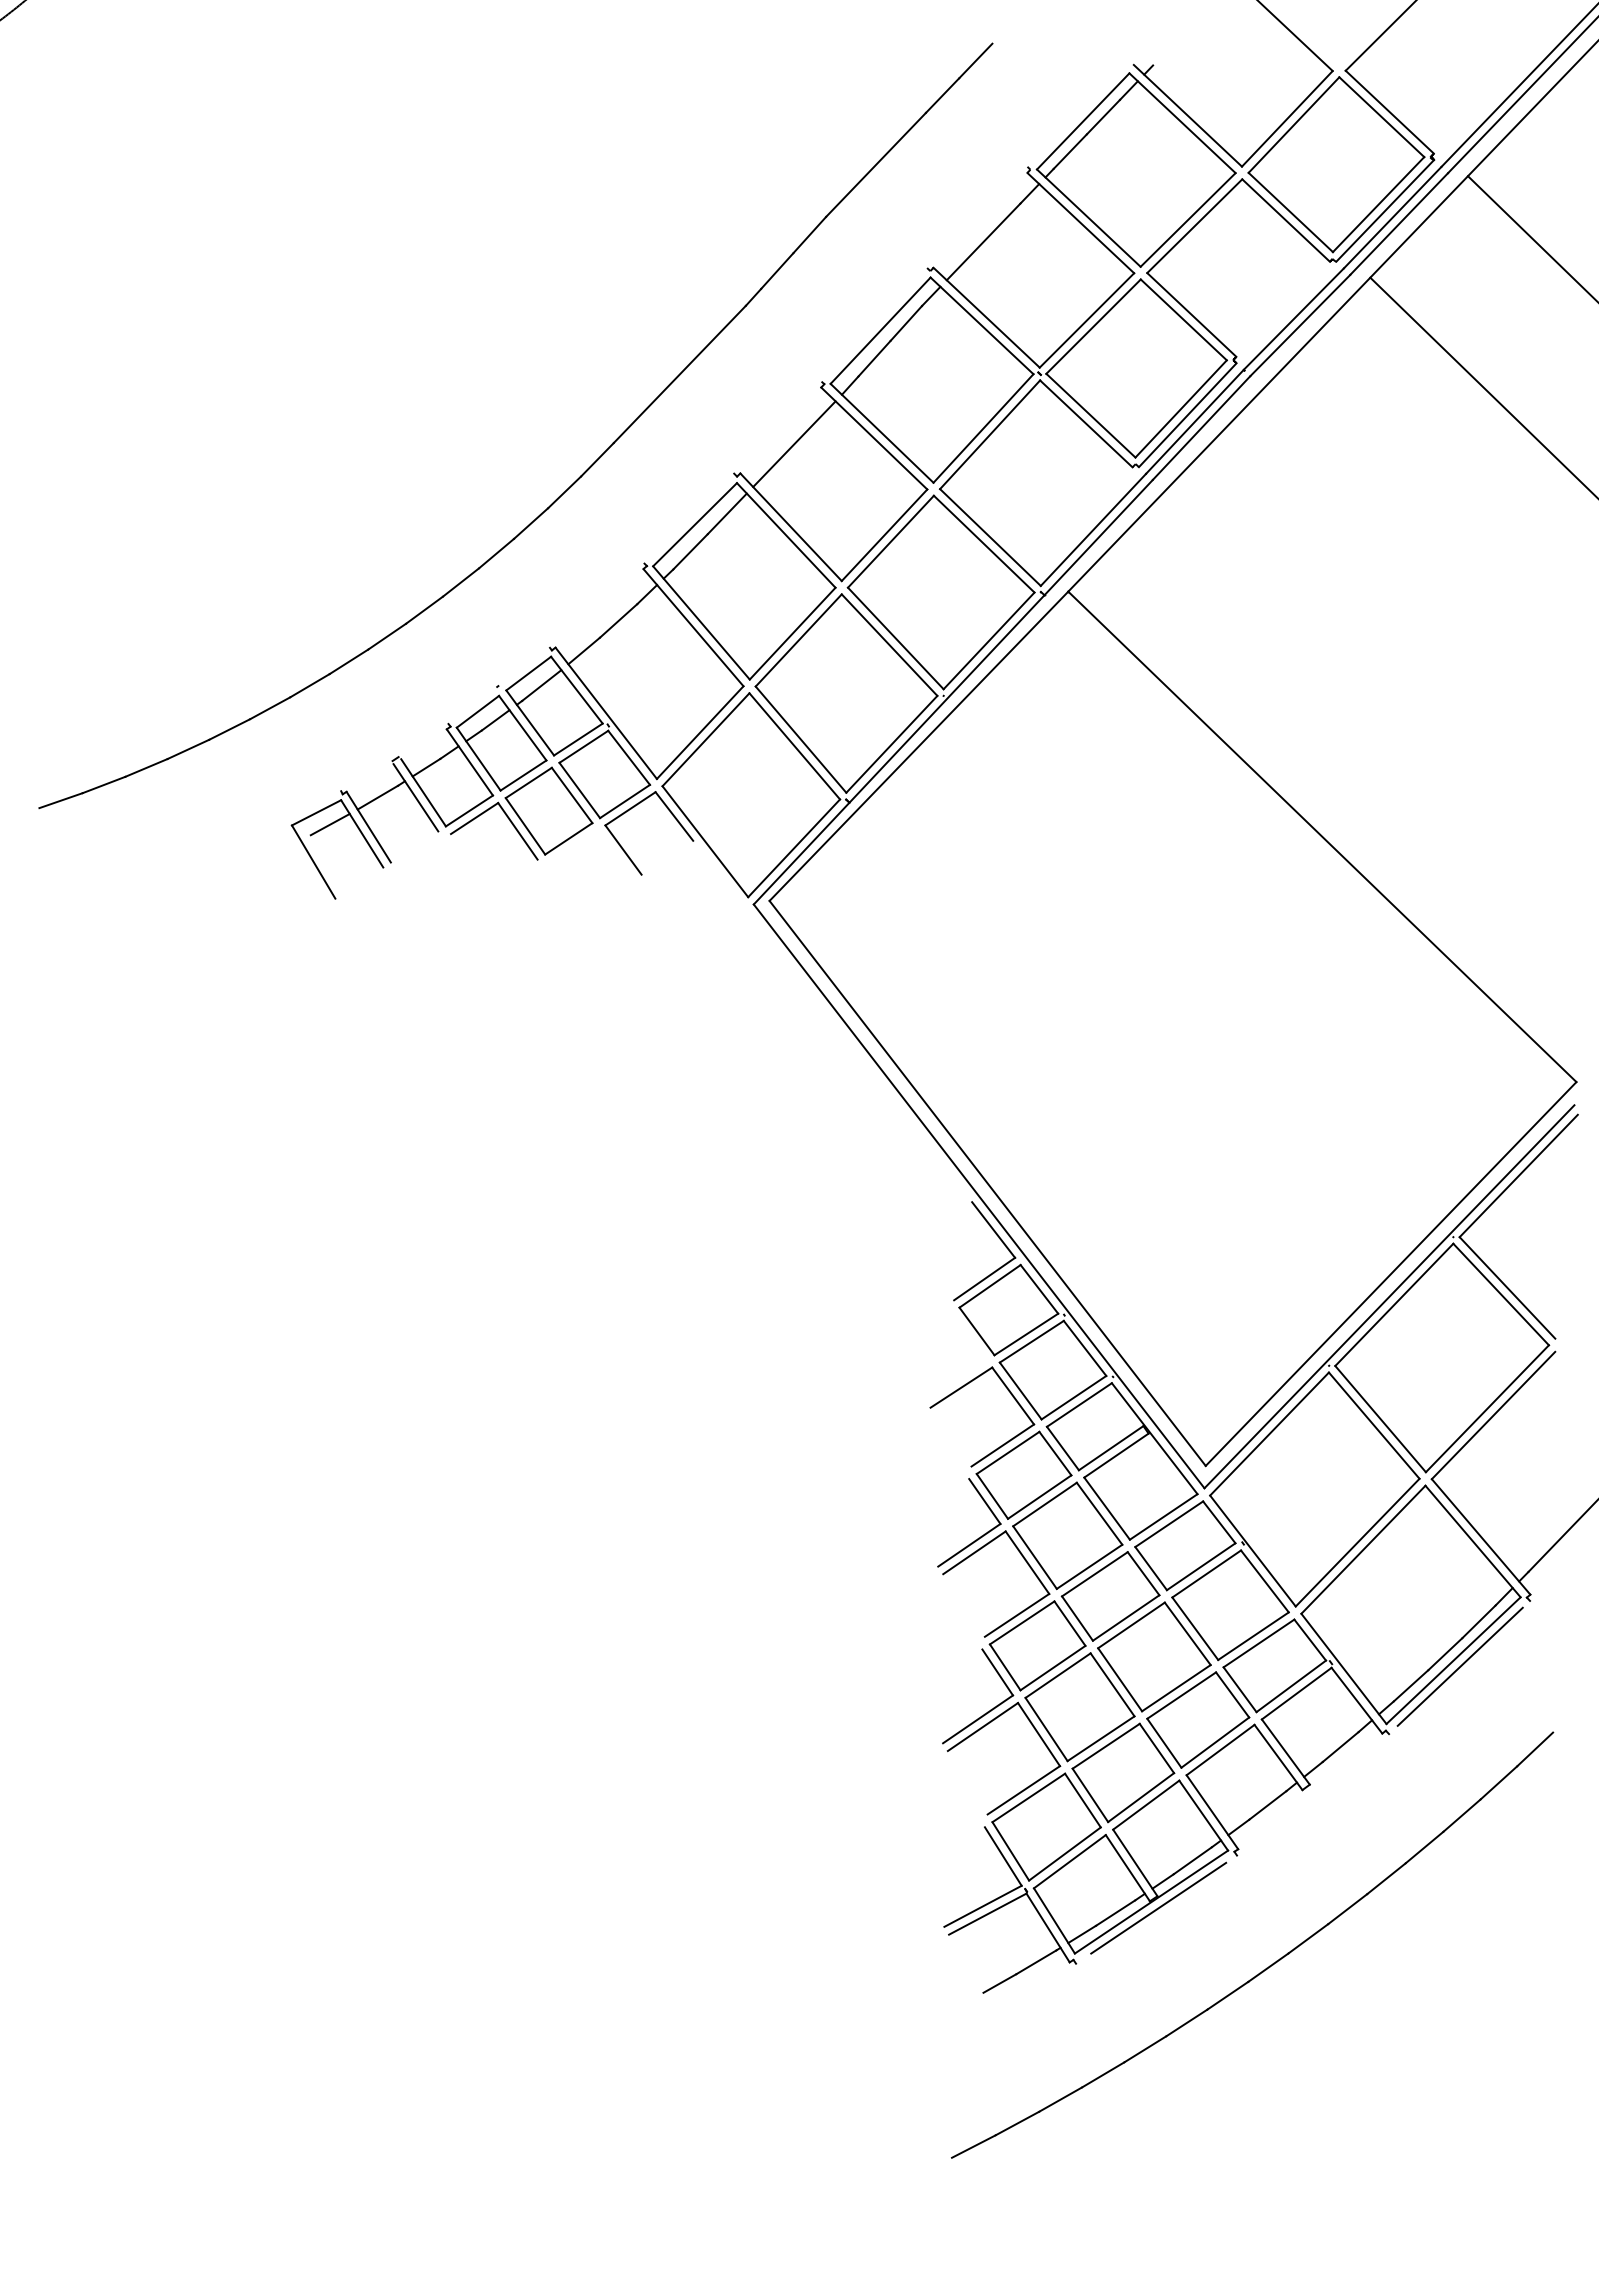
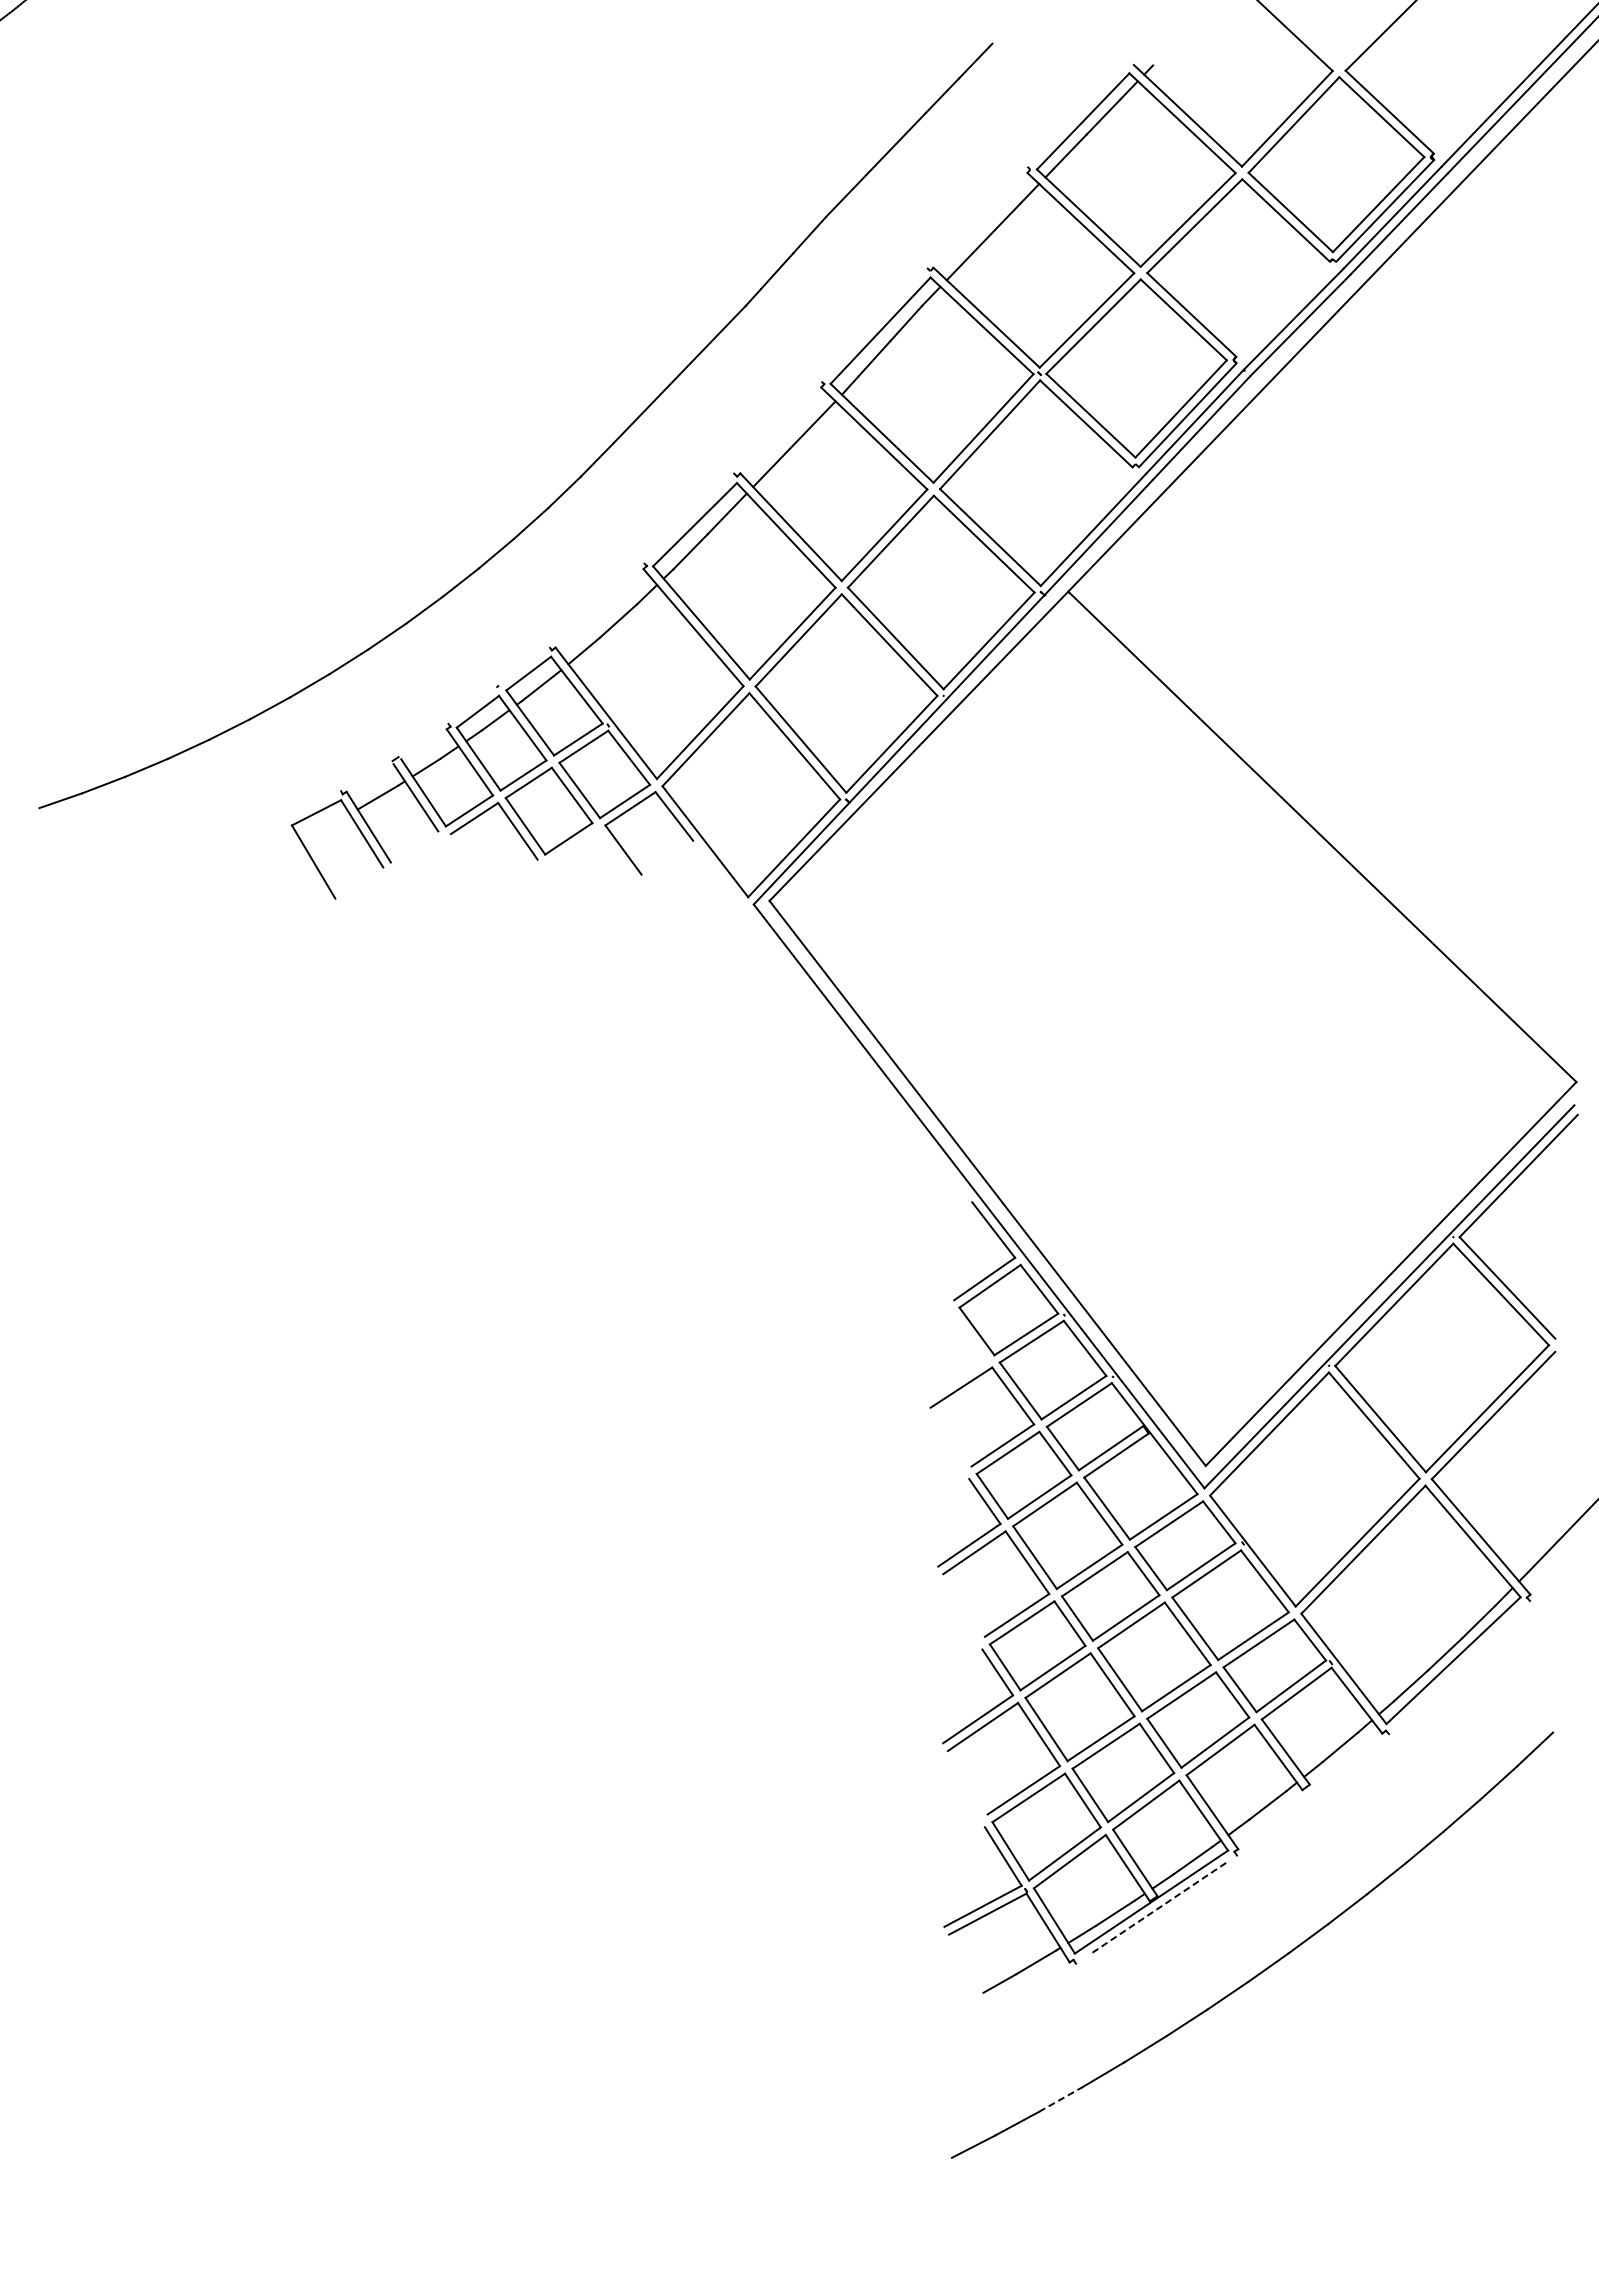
line at (1531, 238): present -> none
line at (1482, 386): present -> none
line at (329, 824): present -> none
line at (1459, 1666): present -> none
line at (1158, 1908): solid -> dashed
line at (1060, 2099): solid -> dashed
